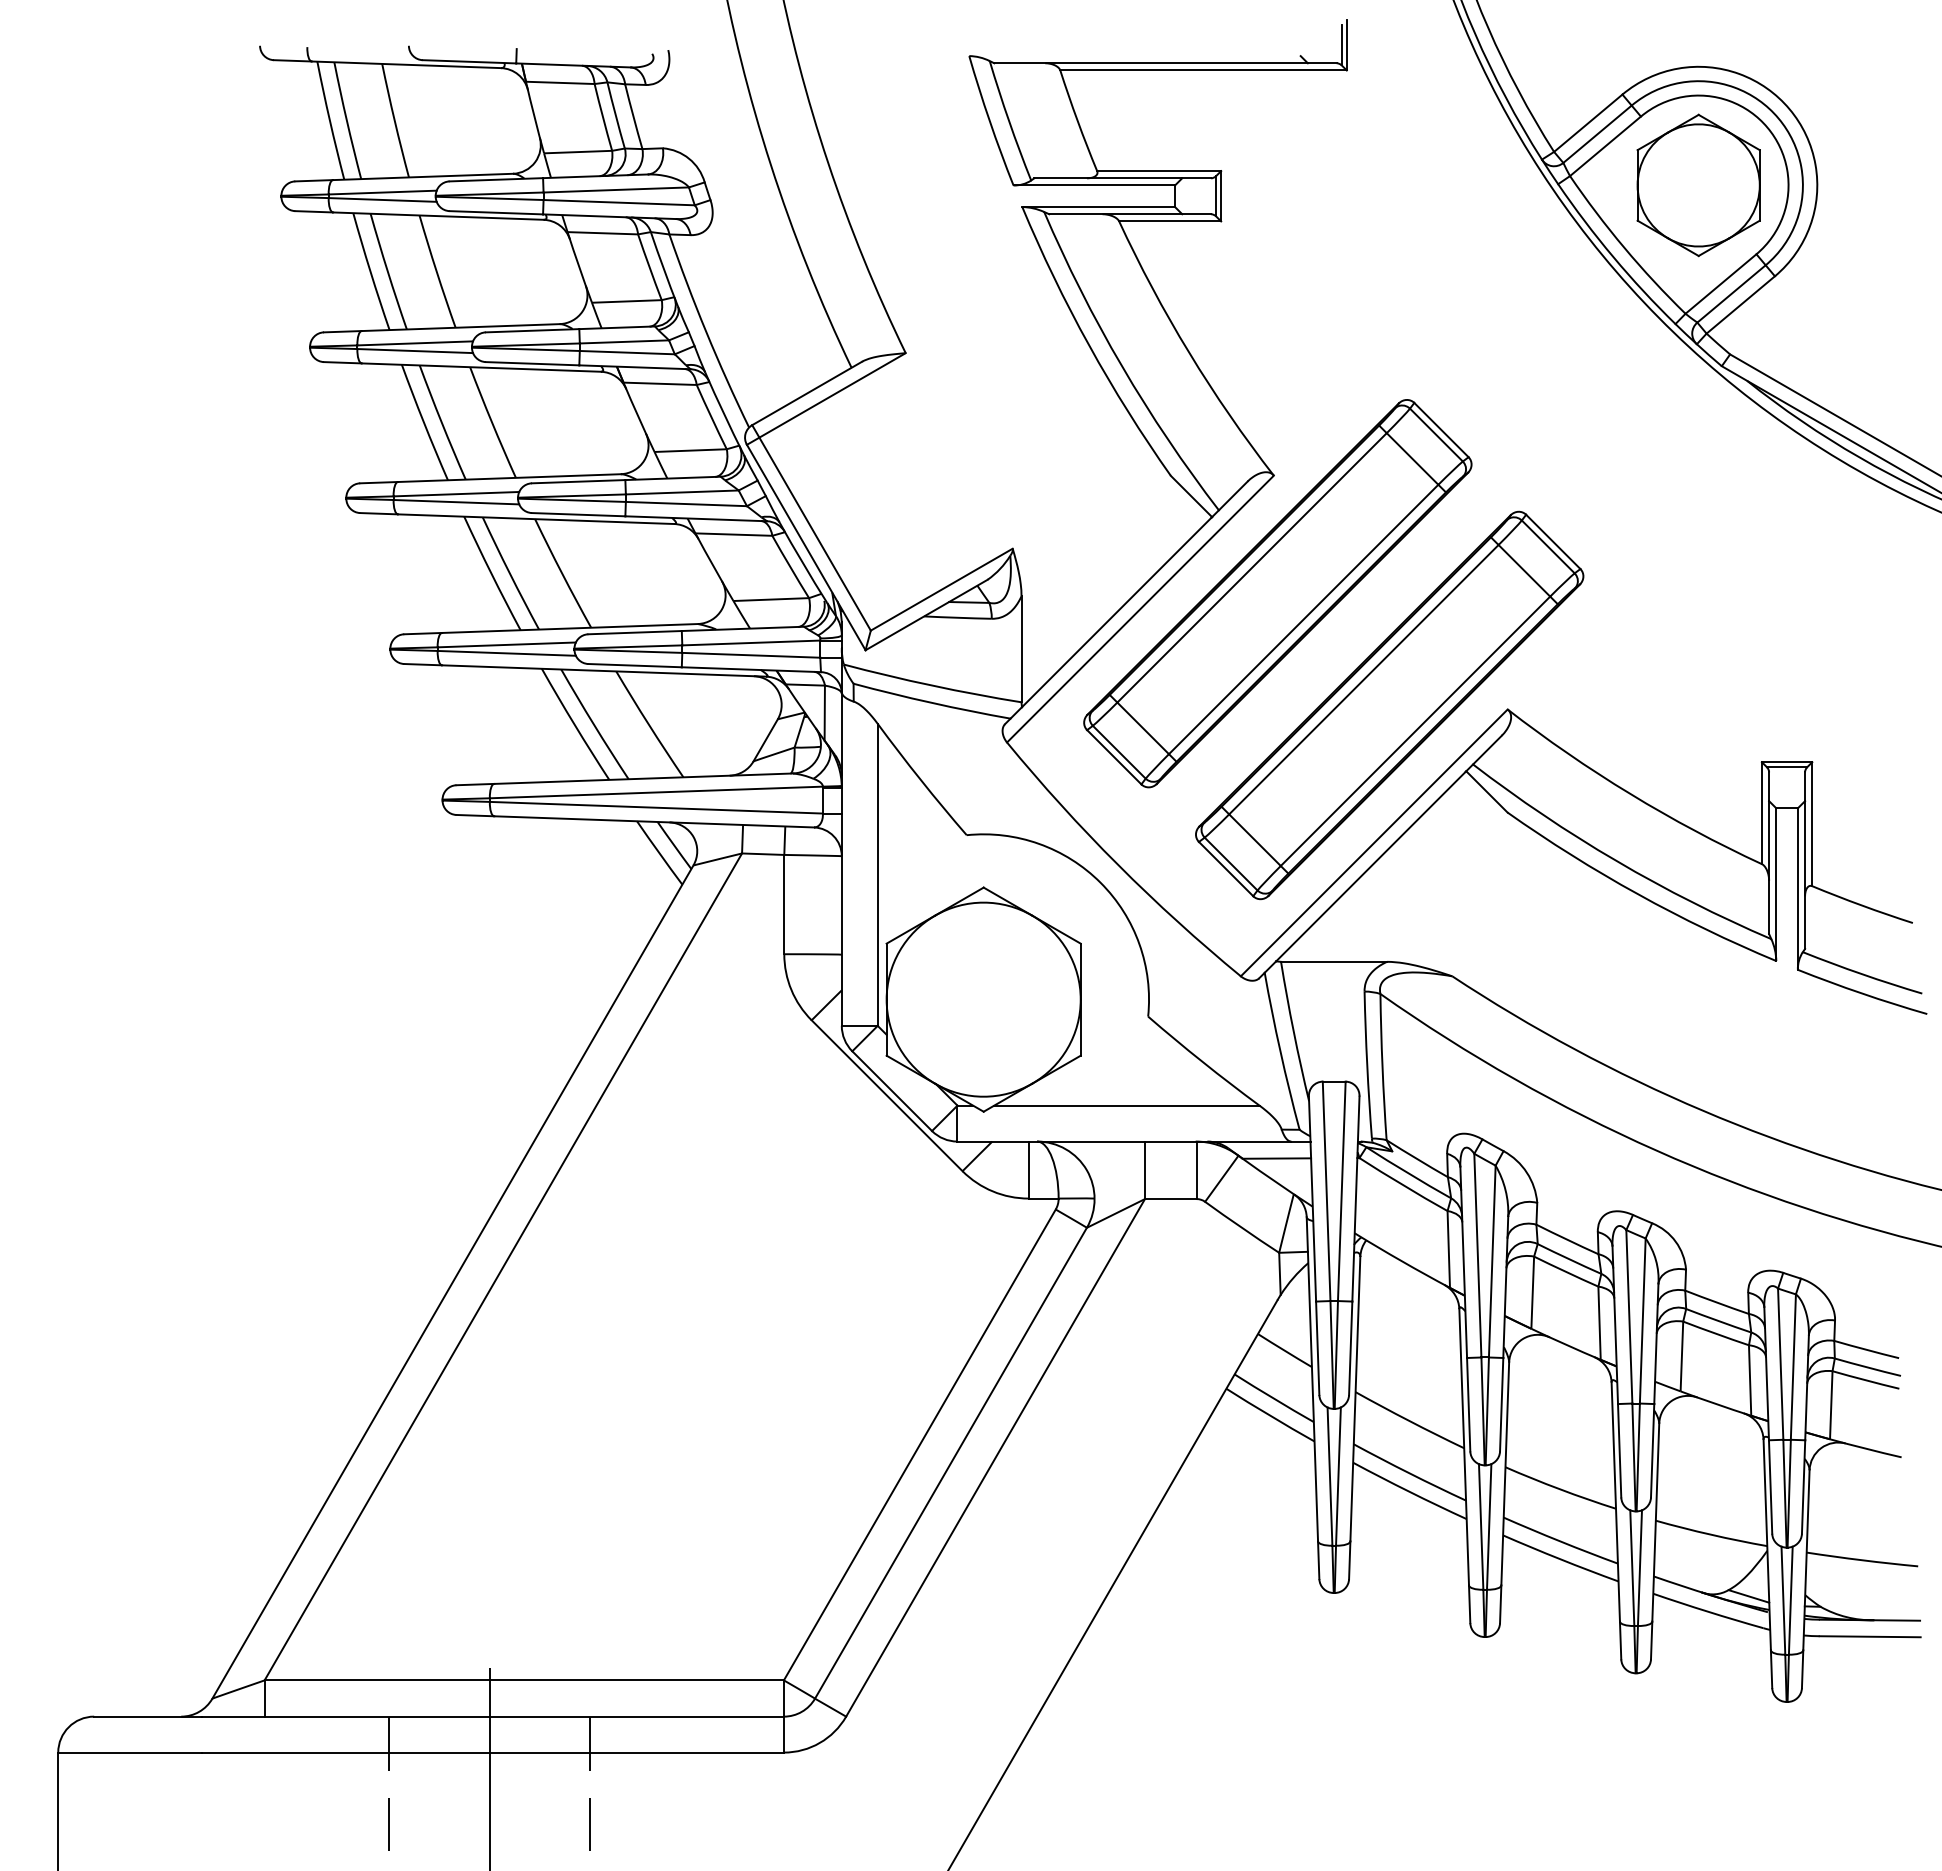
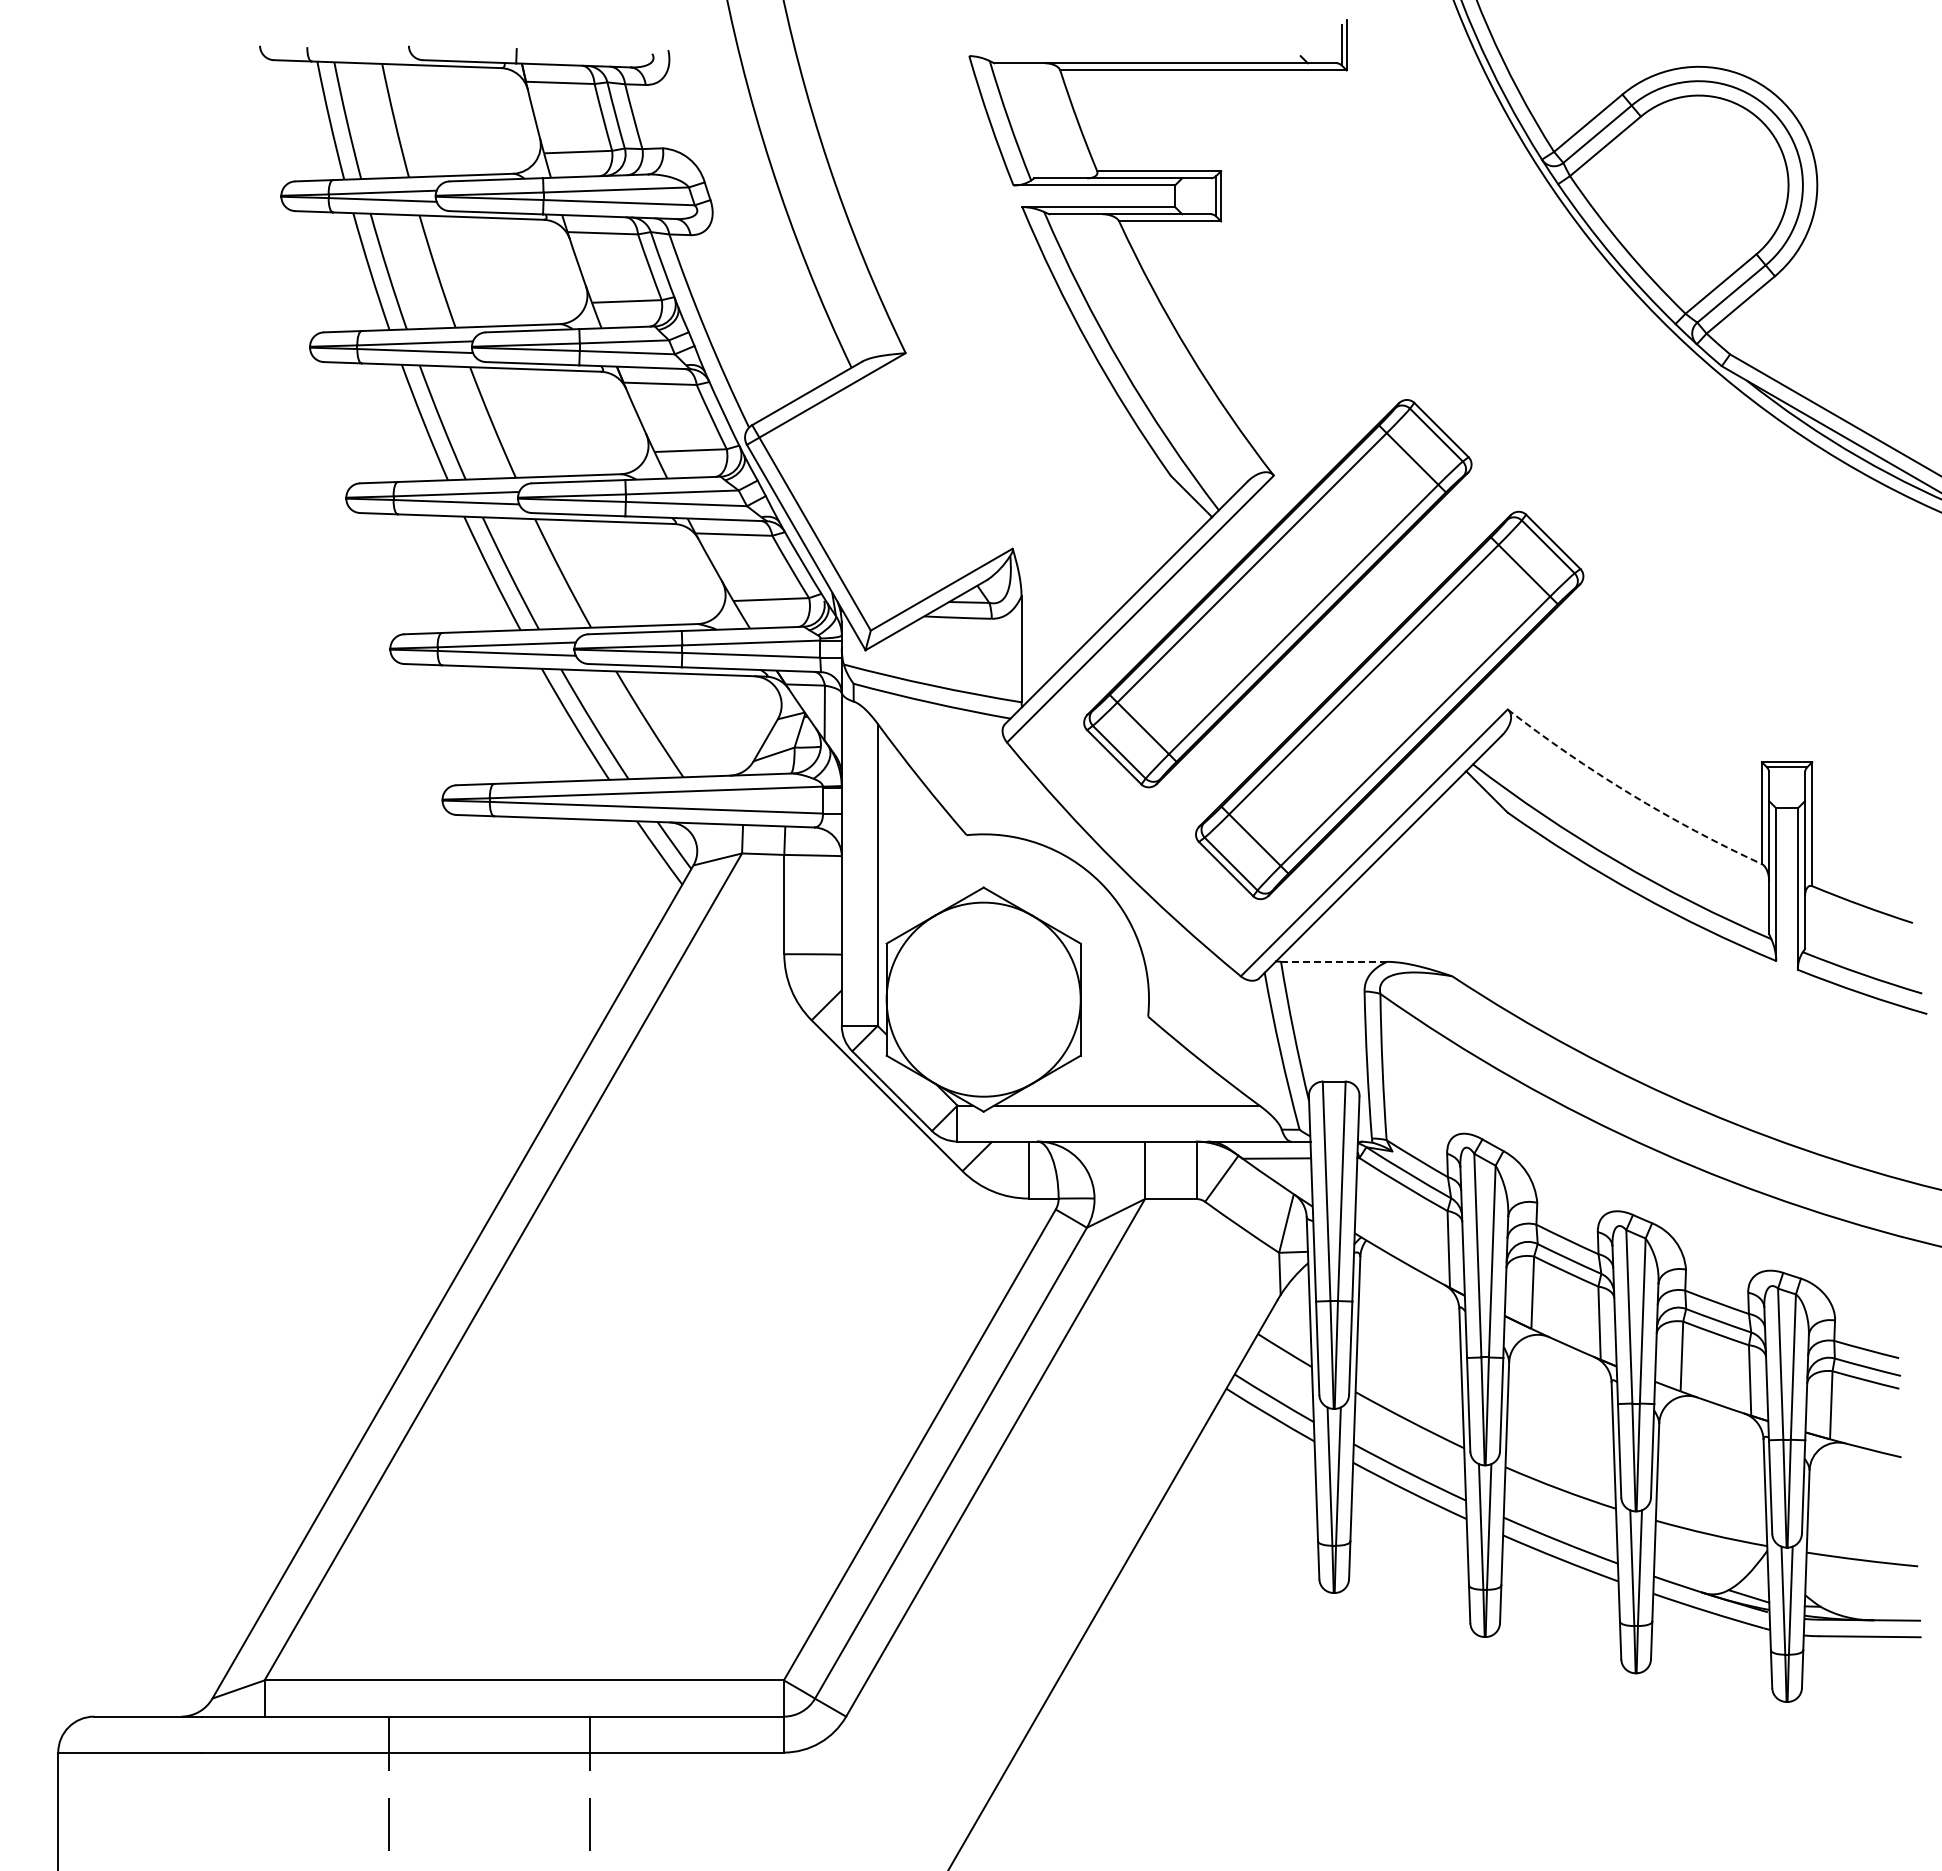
part at (1698, 185): present -> none
arc at (1630, 794): solid -> dashed
line at (1334, 961): solid -> dashed
line at (489, 1767): present -> none
